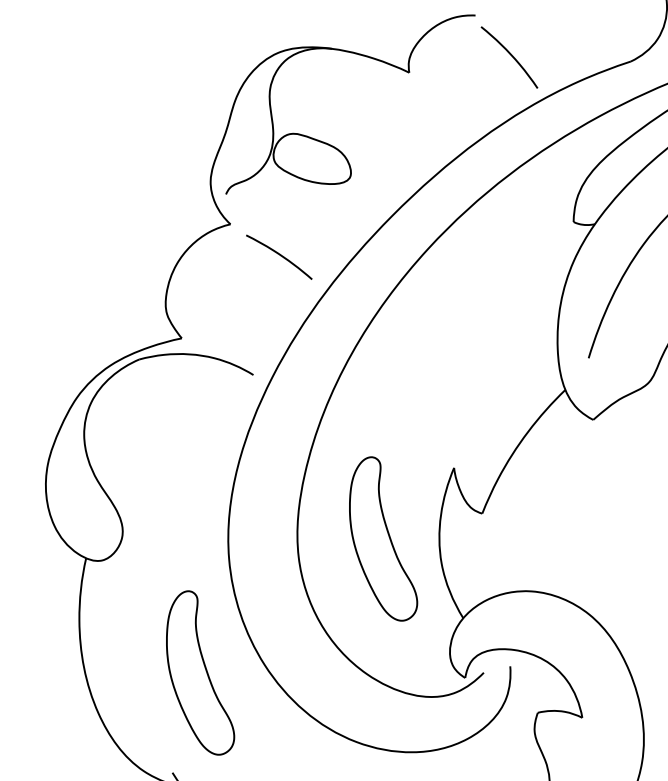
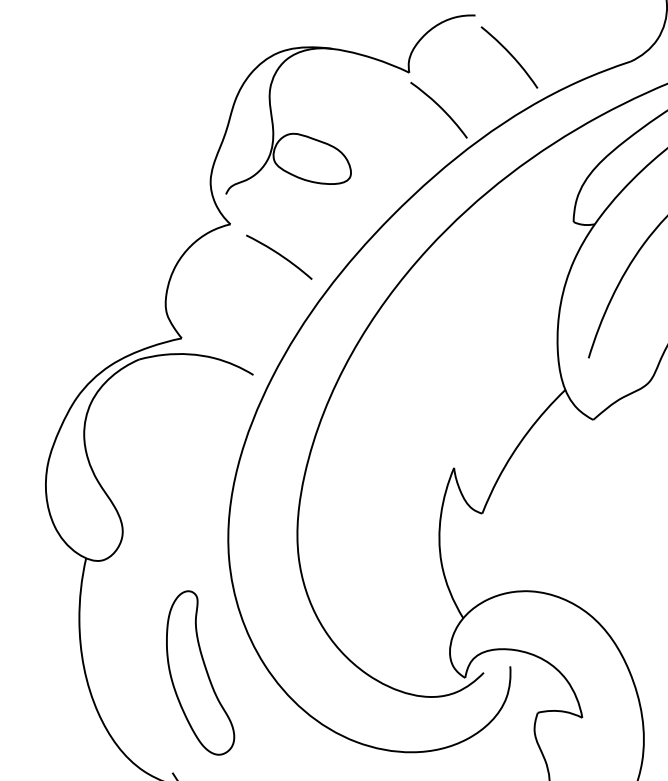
curve at (440, 108): none -> present
part at (383, 538): present -> none
